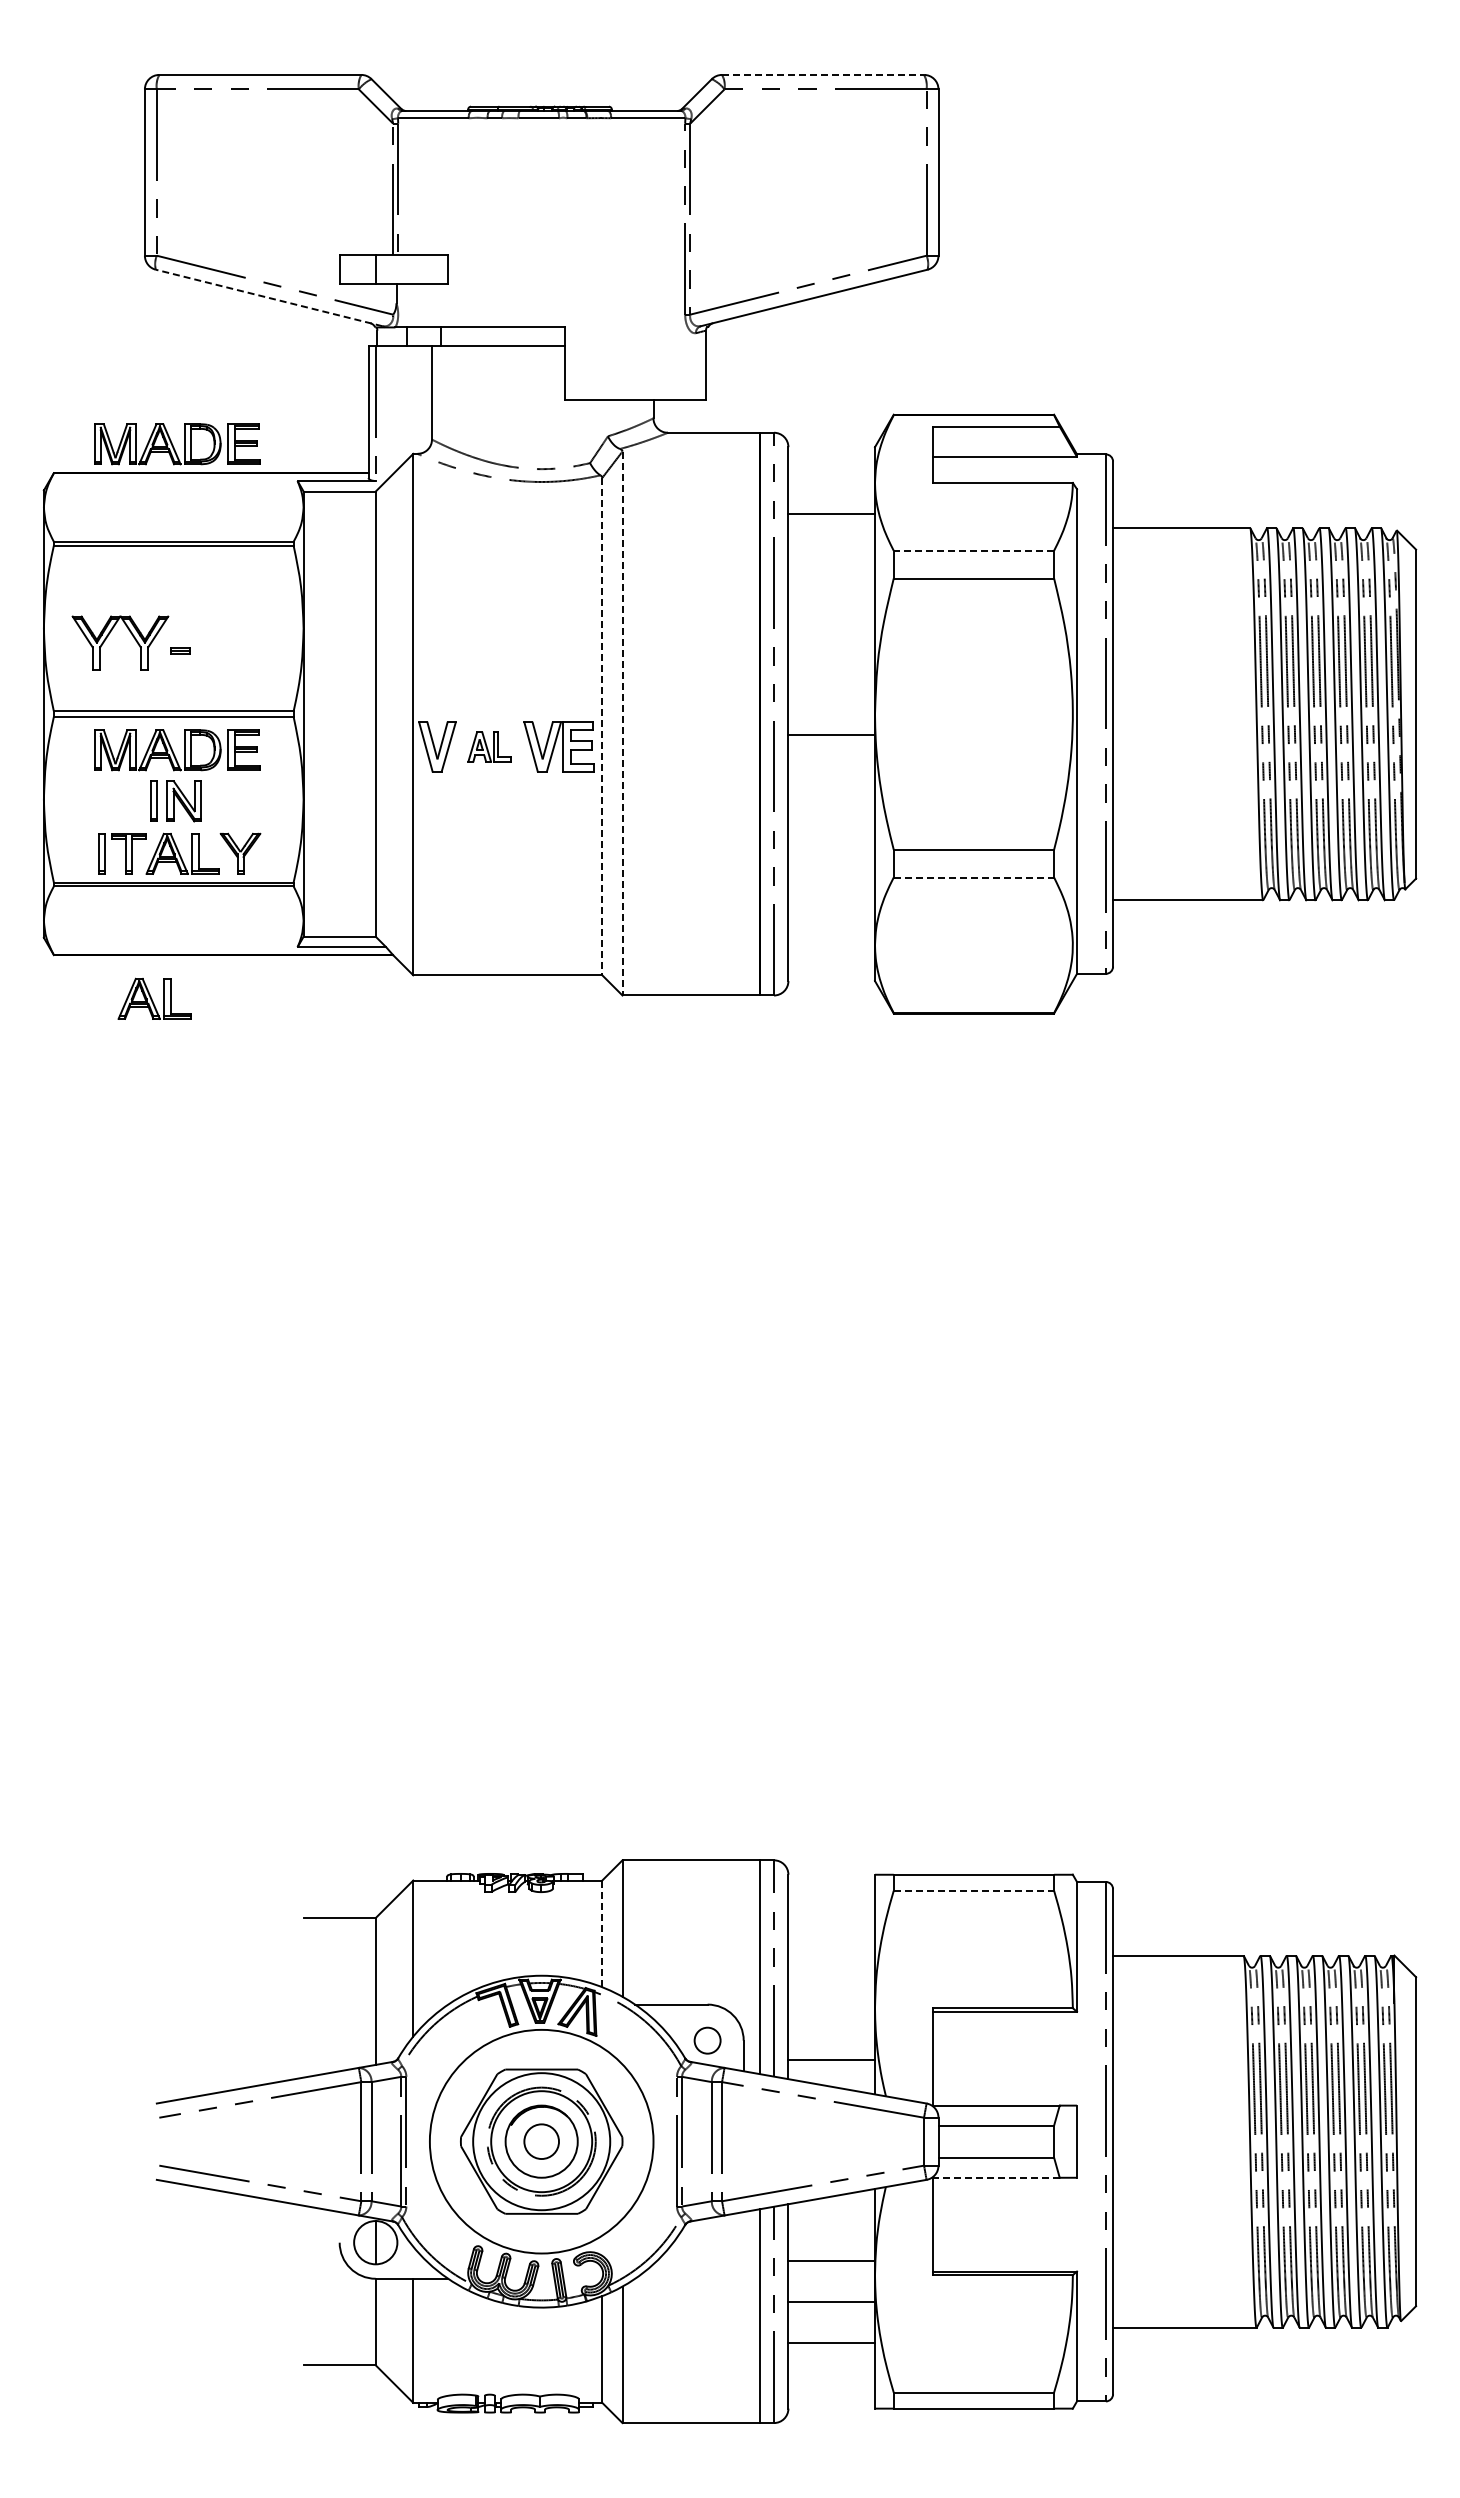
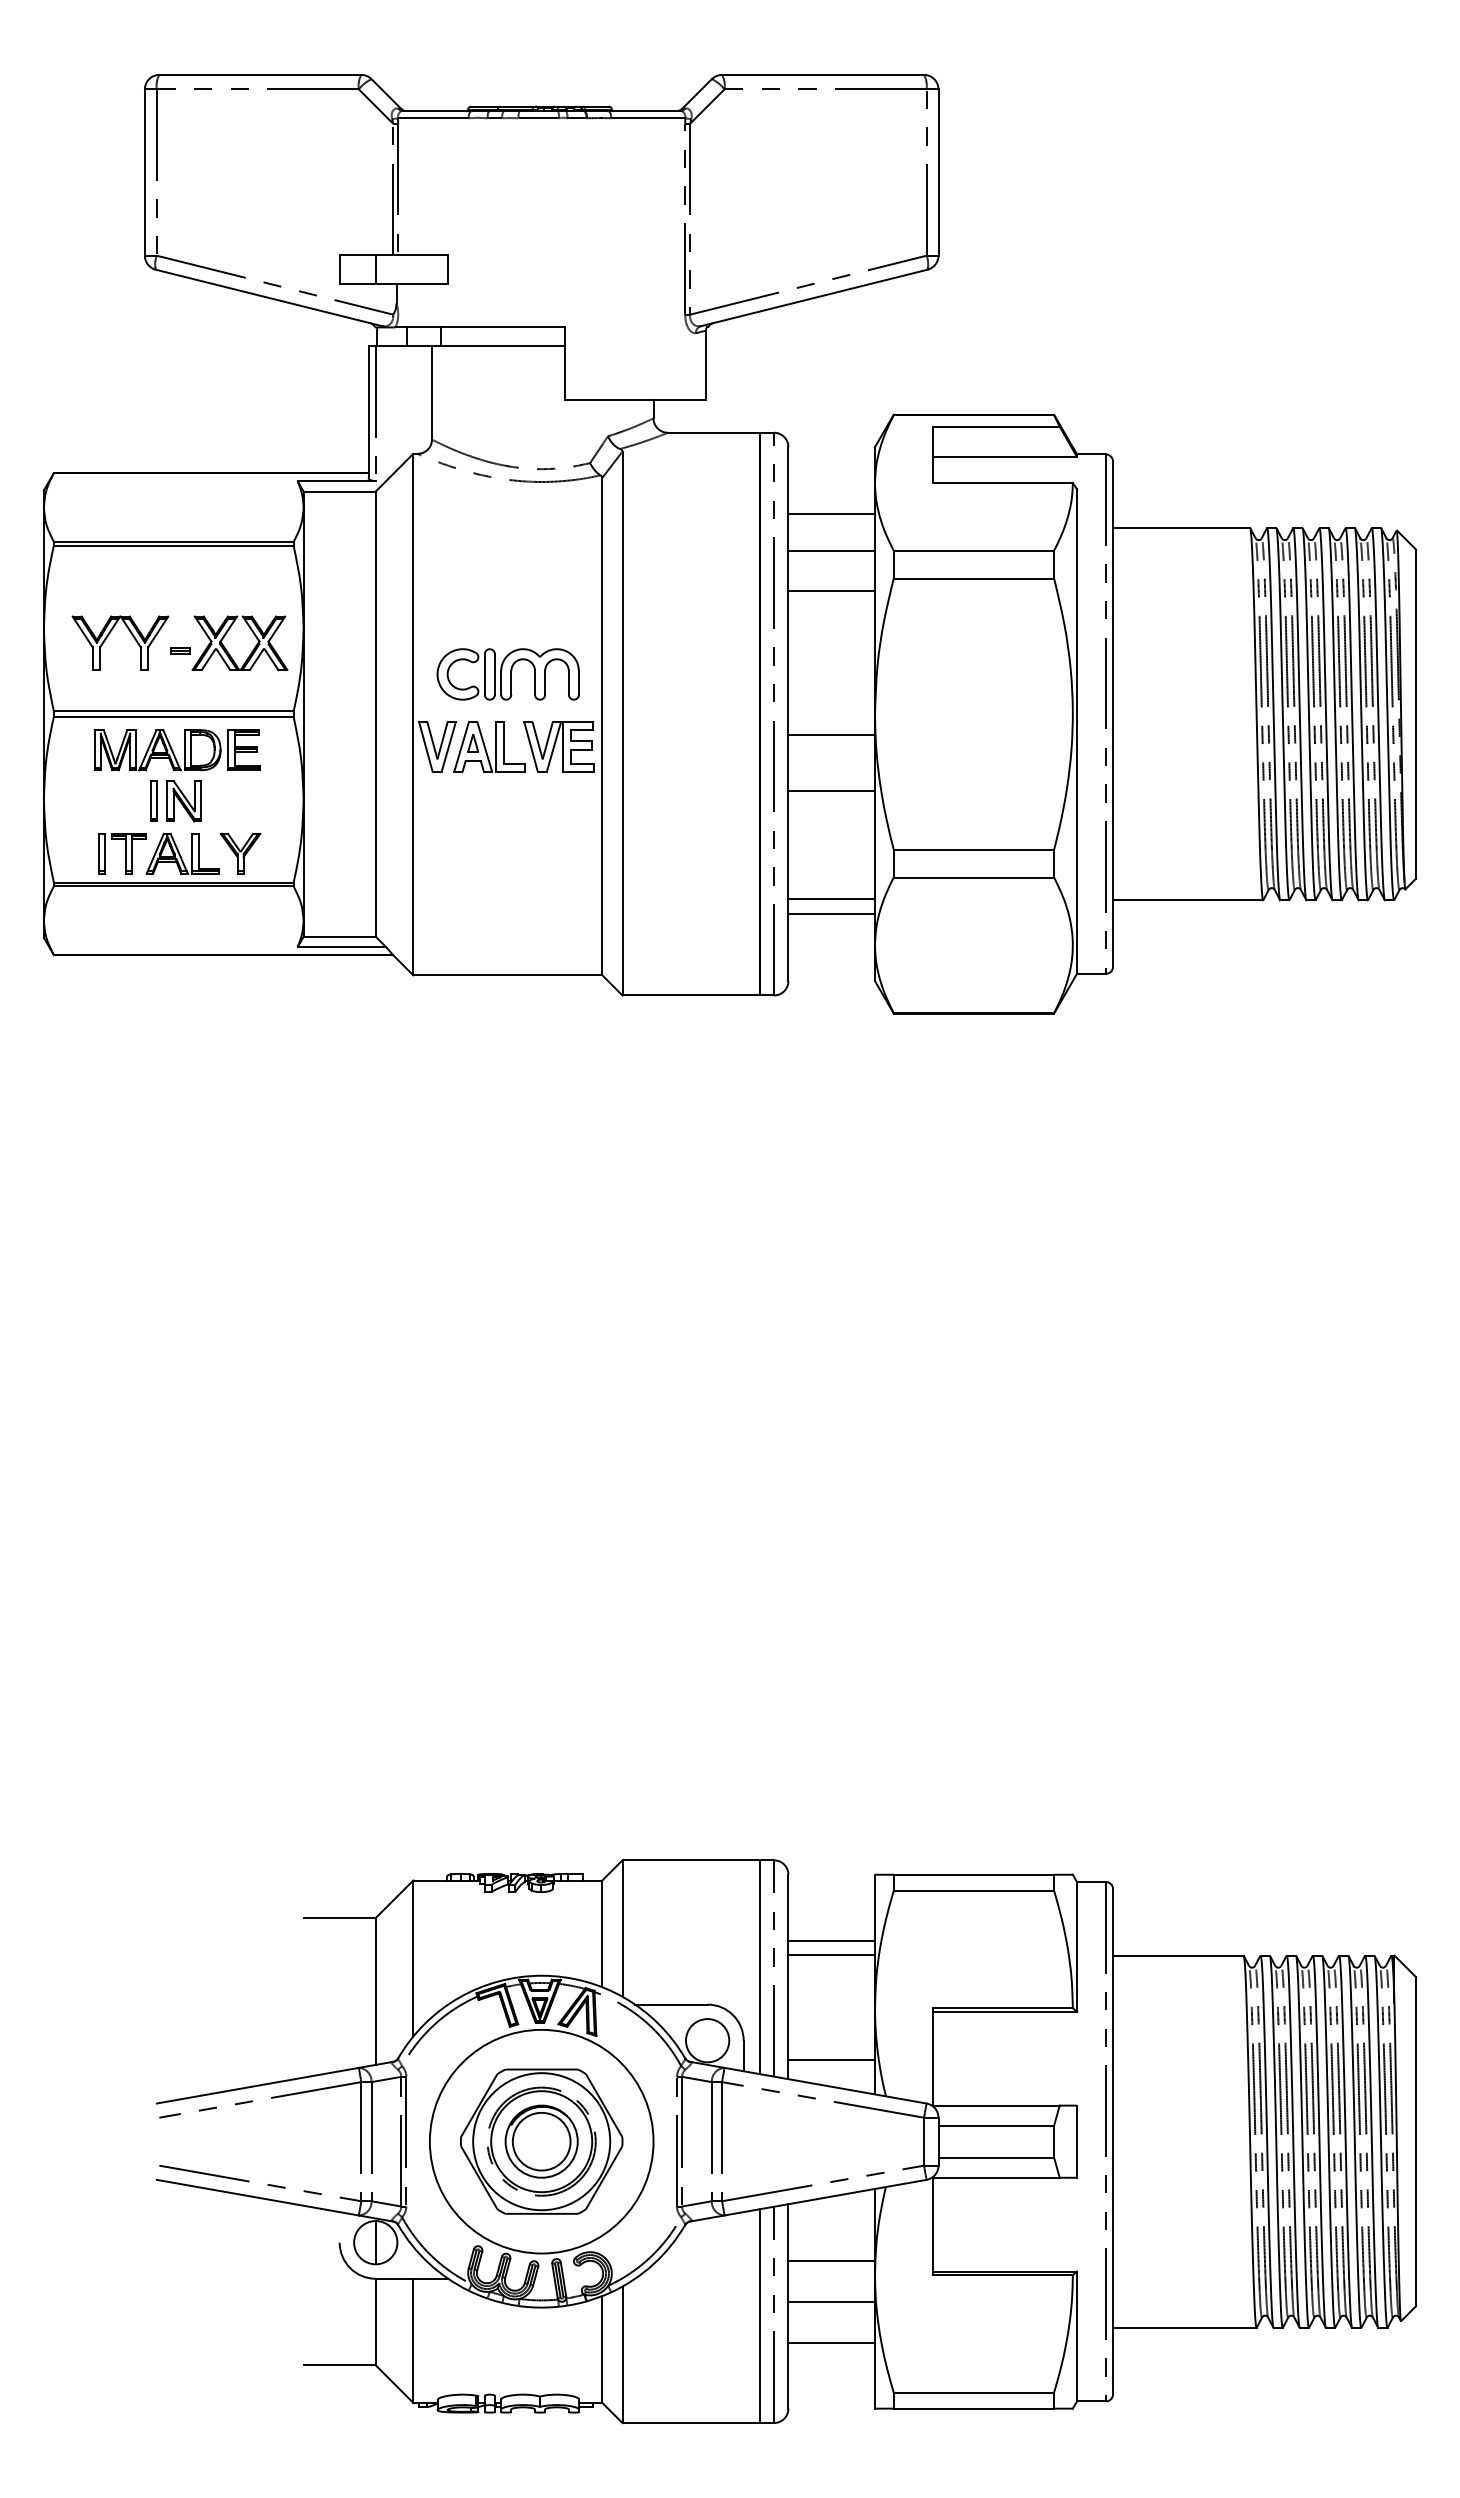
line at (823, 74): dashed -> solid
line at (269, 297): dashed -> solid
part at (177, 444): present -> none
line at (831, 550): none -> present
line at (973, 550): dashed -> solid
line at (831, 591): none -> present
part at (228, 651): none -> present
part at (507, 674): none -> present
line at (622, 723): dashed -> solid
line at (602, 726): dashed -> solid
part at (489, 746) size: 45x32 px -> 73x52 px
line at (831, 791): none -> present
line at (974, 877): dashed -> solid
line at (831, 898): none -> present
line at (831, 914): none -> present
part at (154, 998): present -> none
line at (974, 1890): dashed -> solid
line at (602, 1934): dashed -> solid
line at (831, 1940): none -> present
line at (831, 1955): none -> present
circle at (707, 2040) diameter: 26 px -> 43 px
circle at (541, 2141) diameter: 35 px -> 58 px
line at (996, 2177): dashed -> solid
